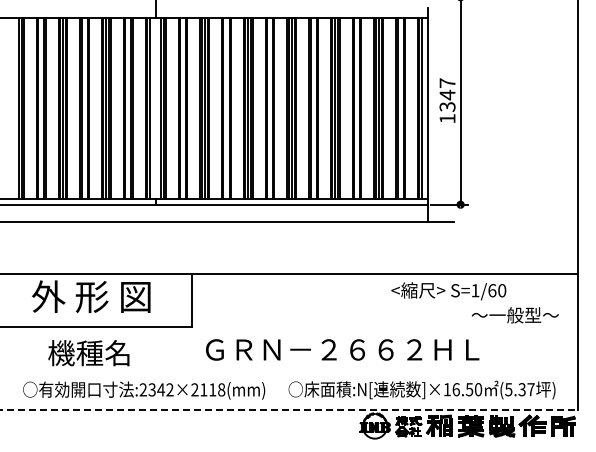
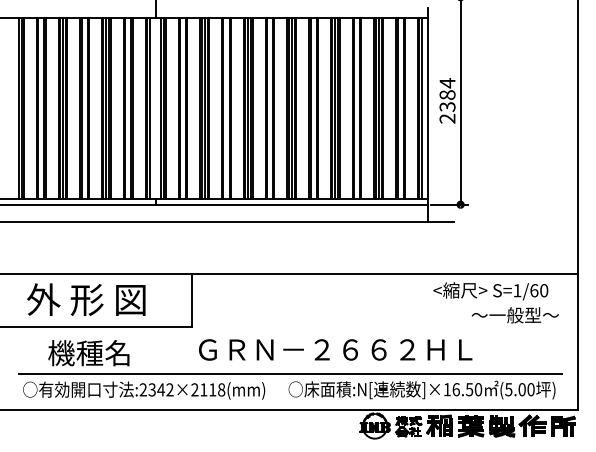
text at (447, 100): 1347 -> 2384
text at (448, 291) position: (448, 291) -> (490, 291)
text at (91, 296) position: (91, 296) -> (86, 299)
text at (342, 349) position: (342, 349) -> (335, 349)
line at (290, 374): none -> present
text at (526, 389): (5.37 -> (5.00
line at (289, 410): dashed -> solid
